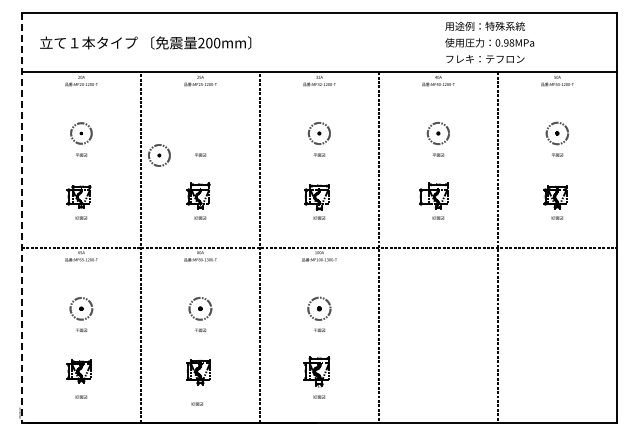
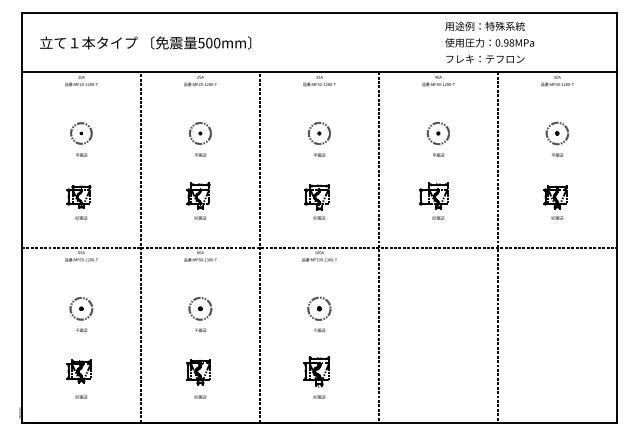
text at (201, 42): 200mm -> 500mm
part at (159, 155) position: (159, 155) -> (200, 133)
line at (21, 218): dashed -> solid
text at (197, 403) position: (197, 403) -> (200, 396)
